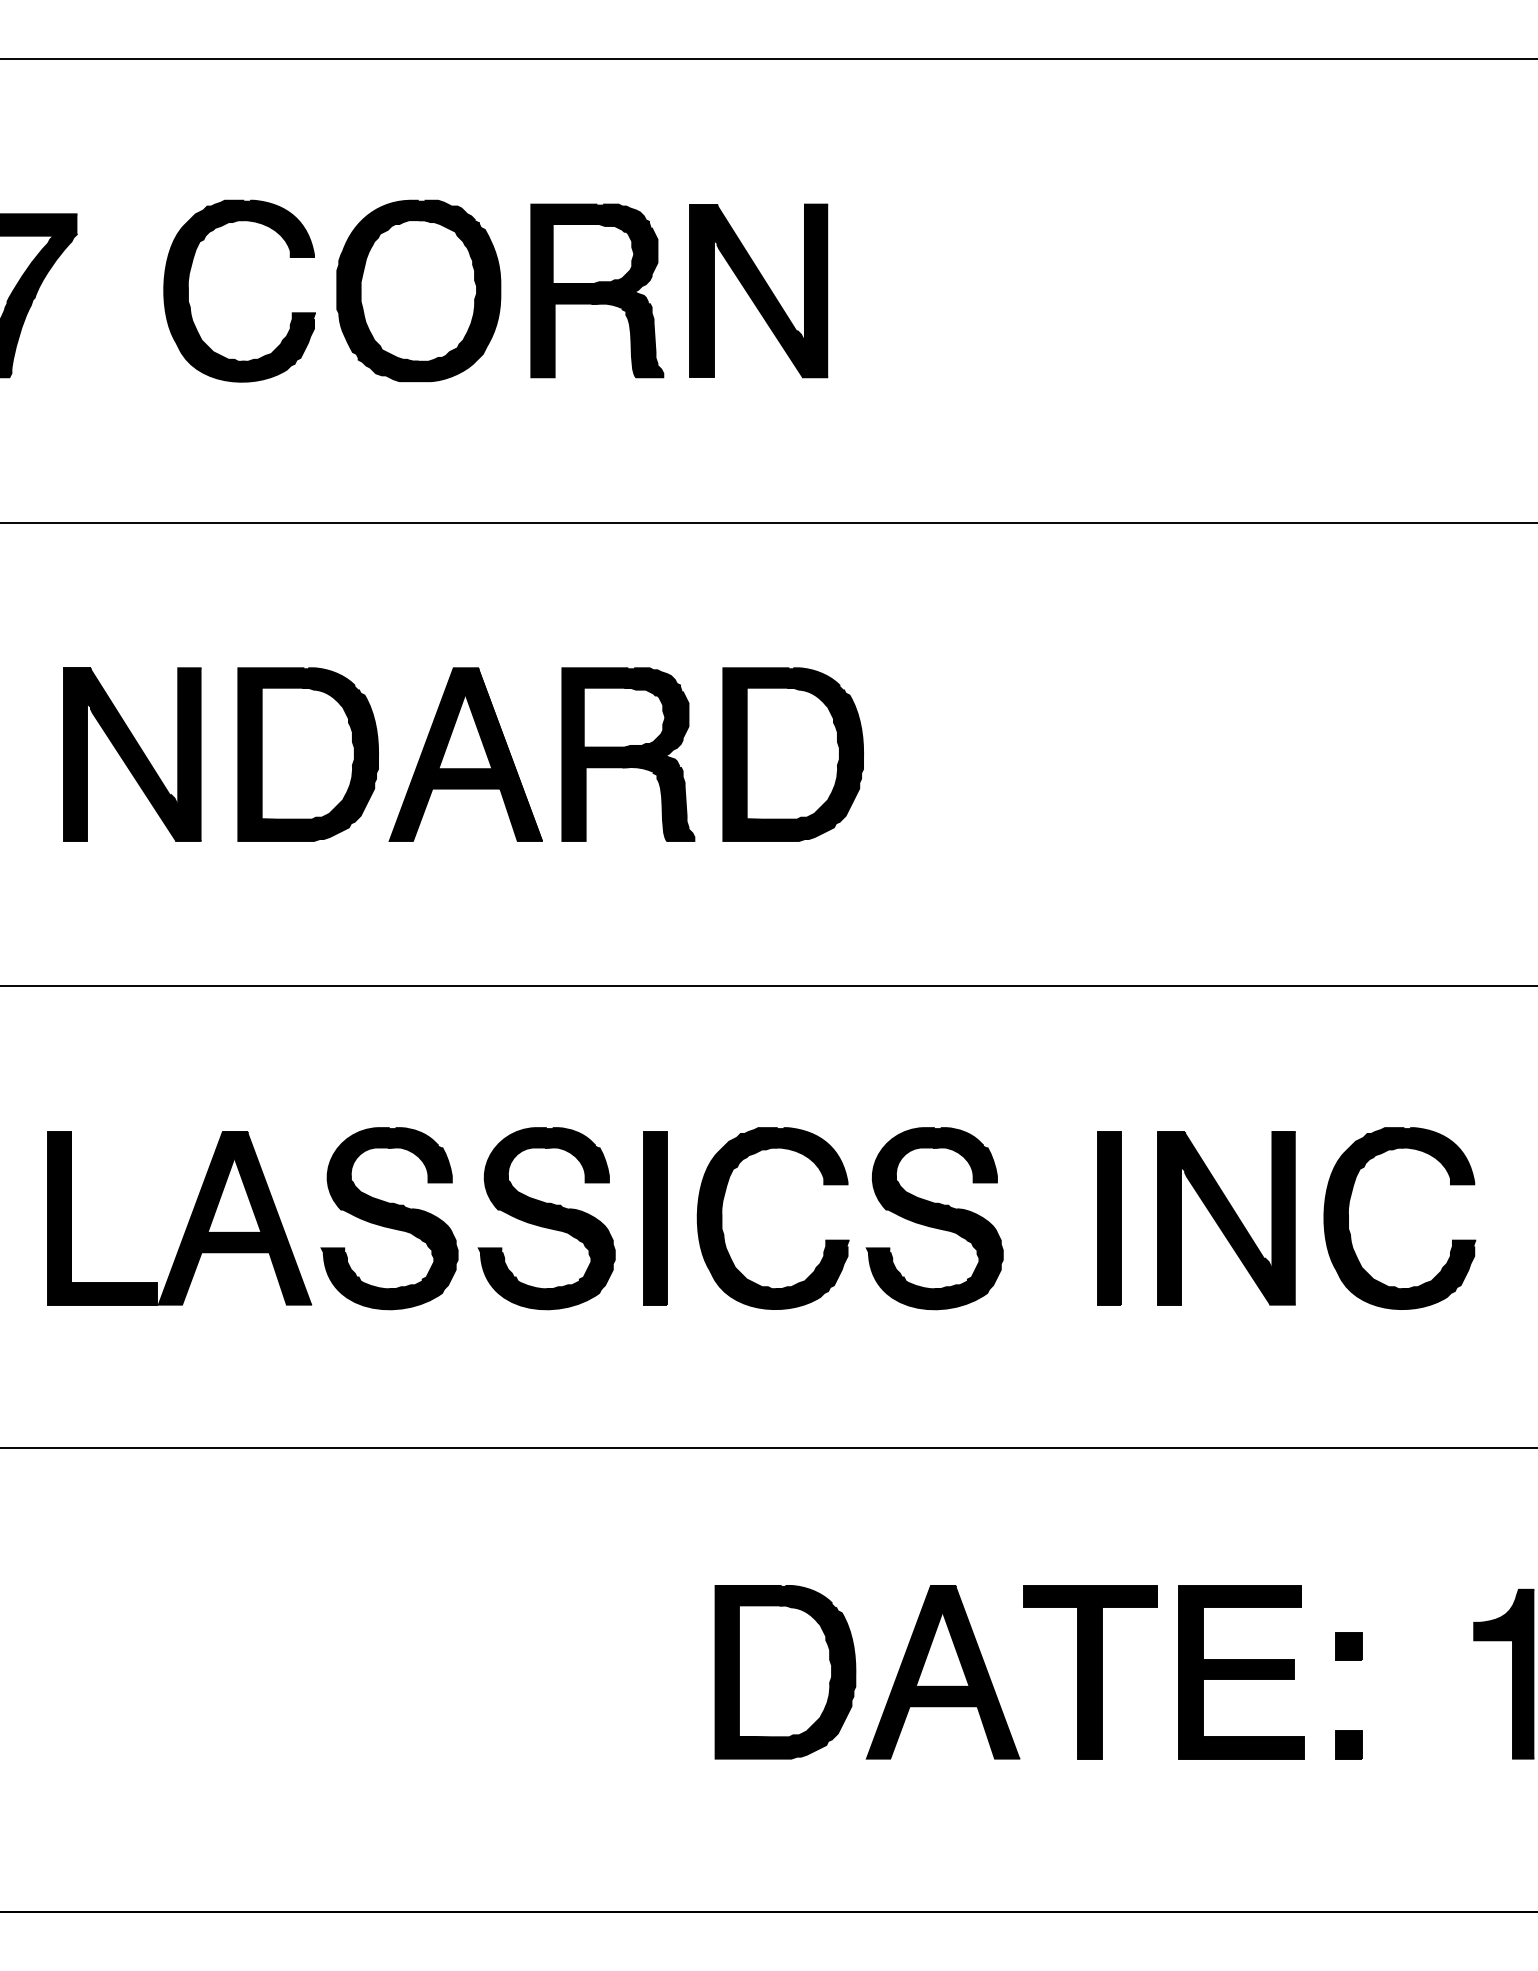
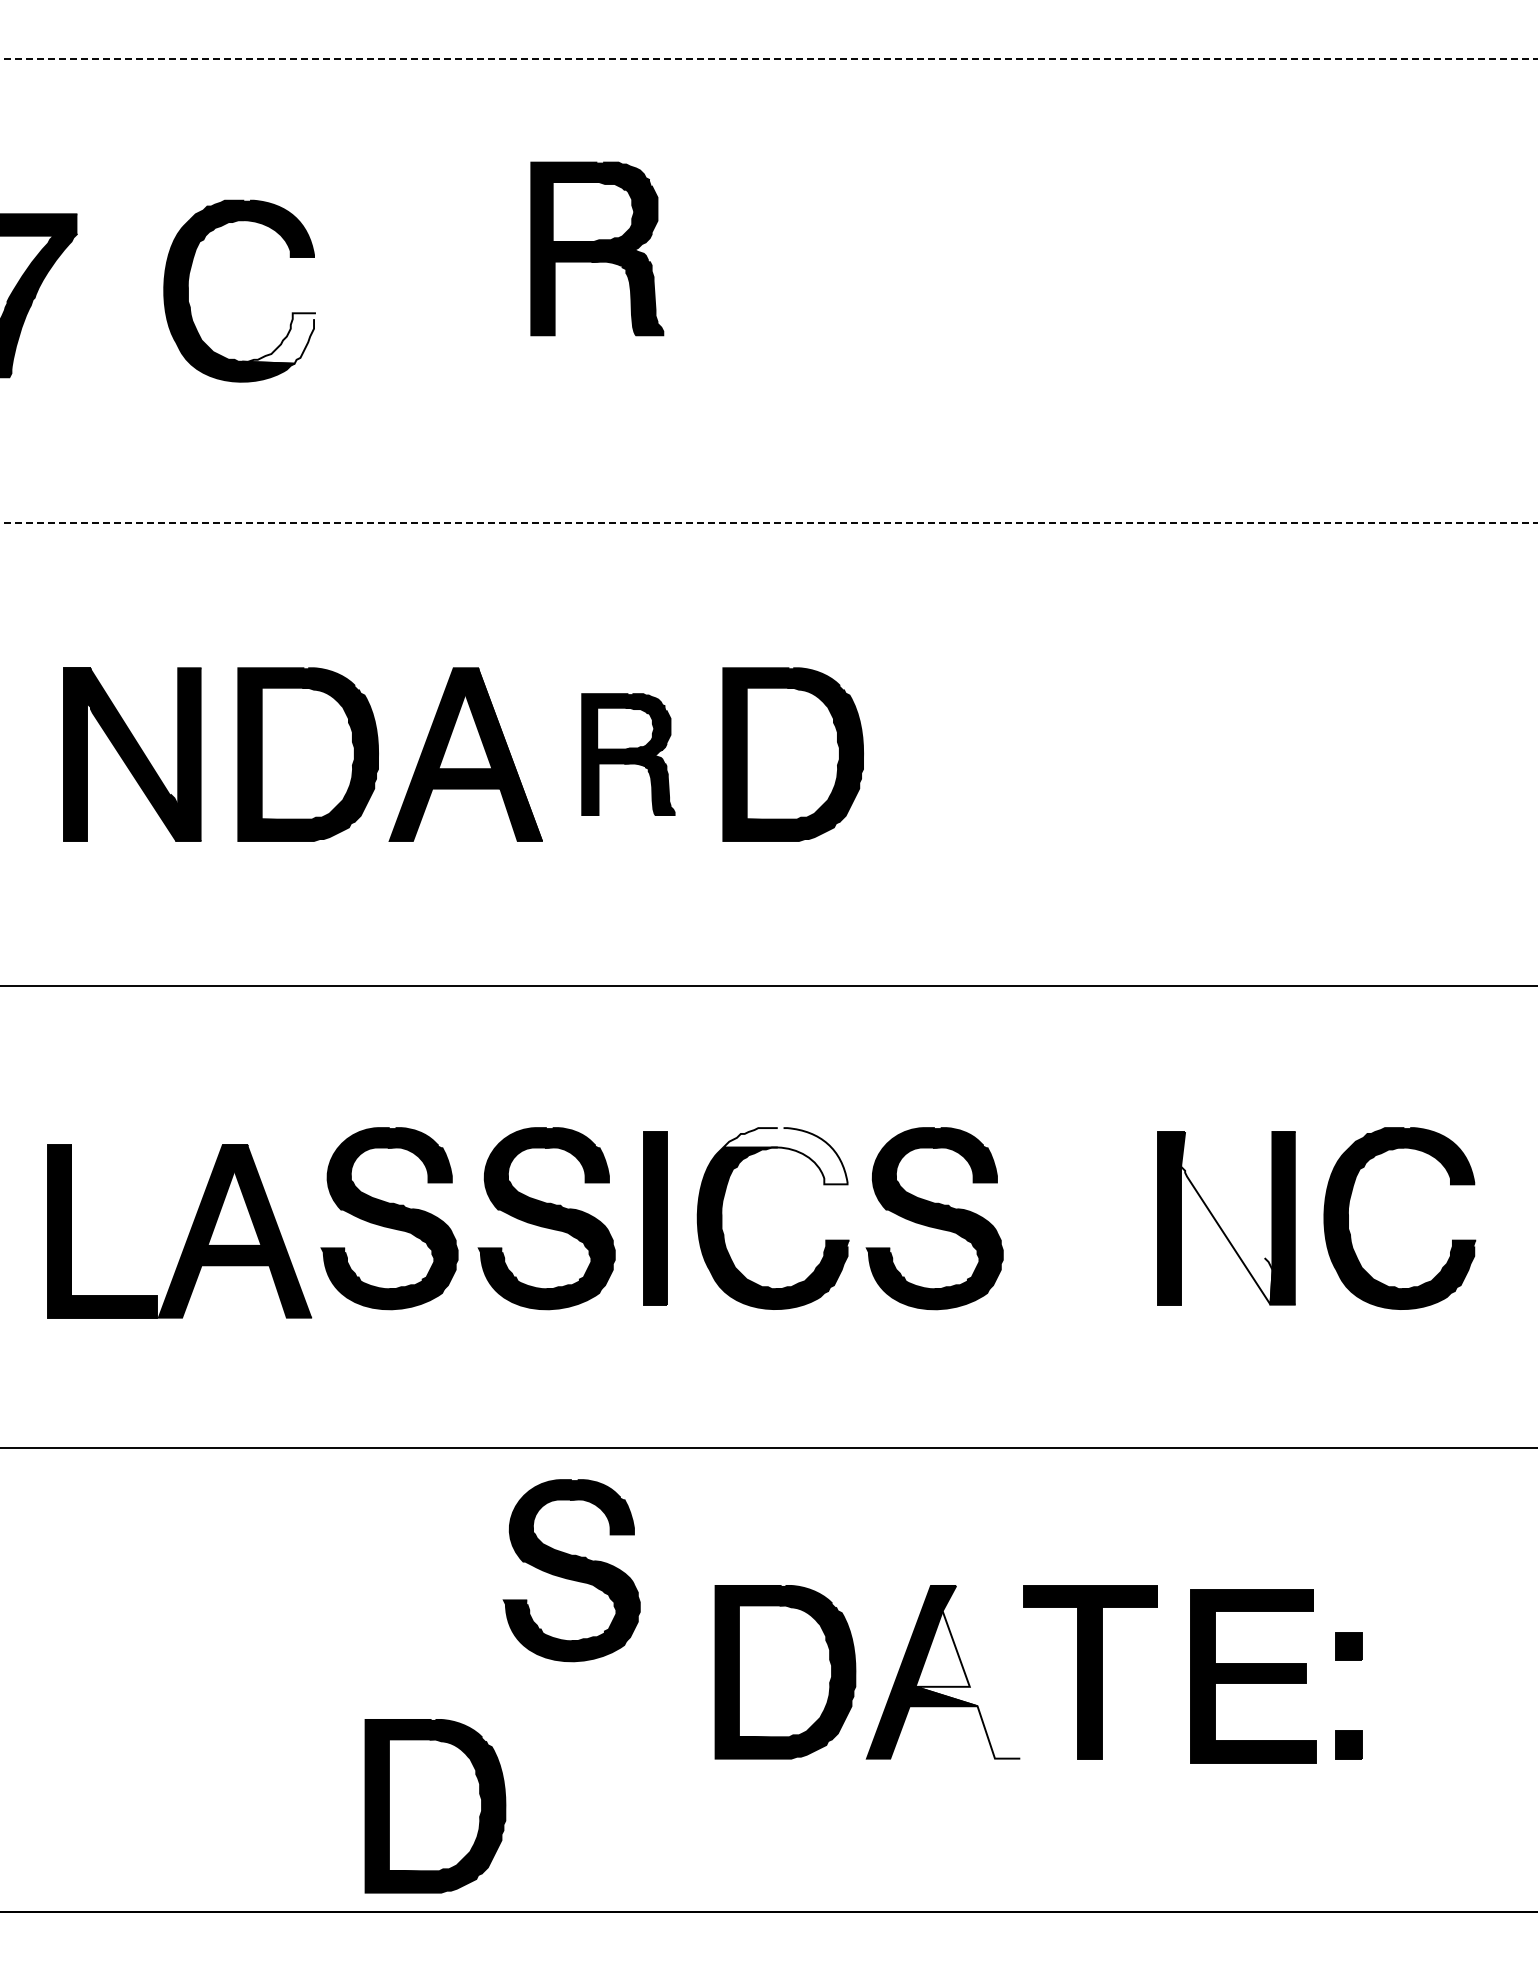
line at (768, 59): solid -> dashed
part at (418, 290): present -> none
part at (597, 290) position: (597, 290) -> (597, 248)
part at (758, 290): present -> none
fill at (278, 338): present -> none
line at (768, 522): solid -> dashed
part at (628, 754) size: 135x175 px -> 95x123 px
fill at (785, 1156): present -> none
fill at (1226, 1217): present -> none
part at (1109, 1218): present -> none
part at (188, 1221) position: (188, 1221) -> (188, 1234)
part at (571, 1570): none -> present
fill at (967, 1671): present -> none
part at (1241, 1672) position: (1241, 1672) -> (1253, 1676)
part at (1512, 1673): present -> none
part at (435, 1806): none -> present
